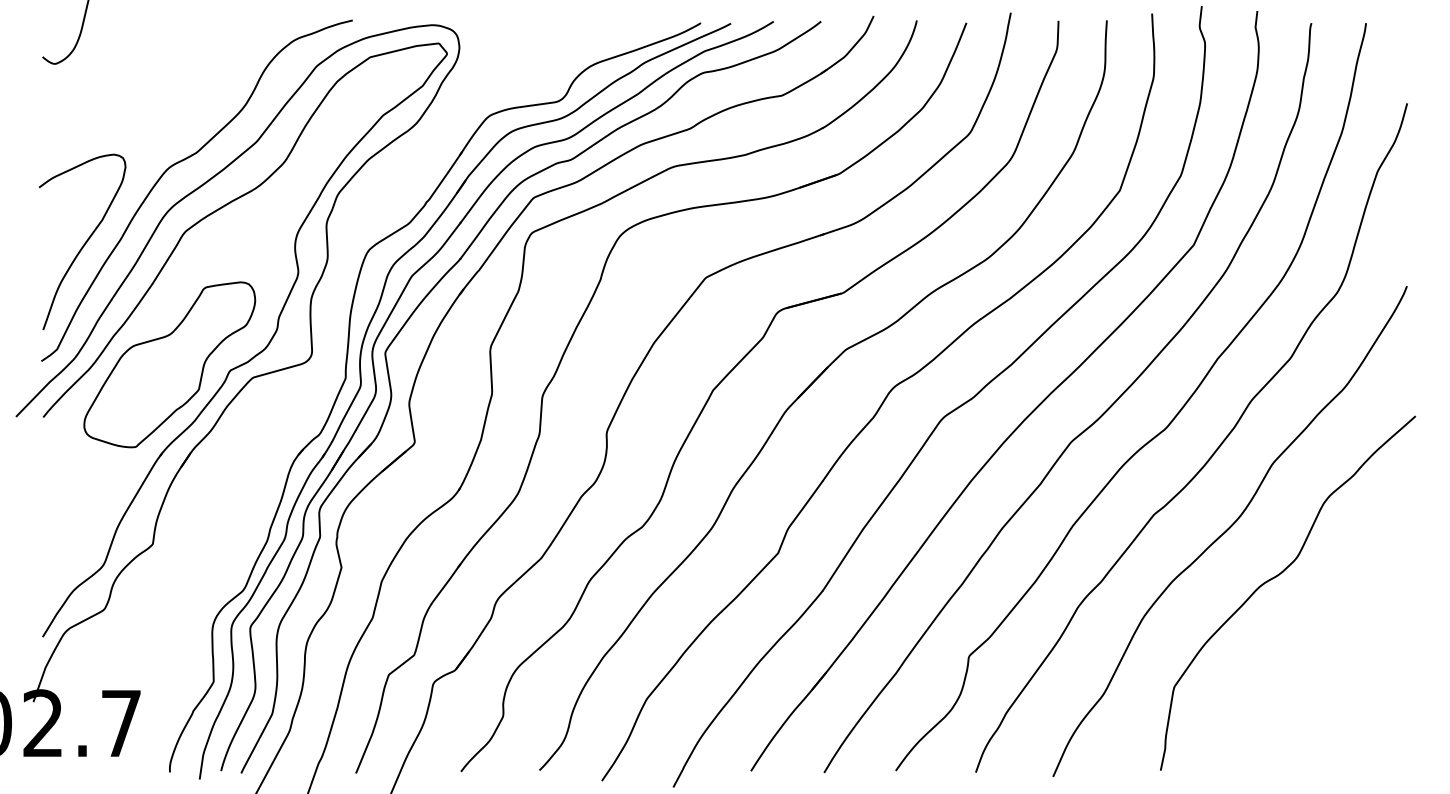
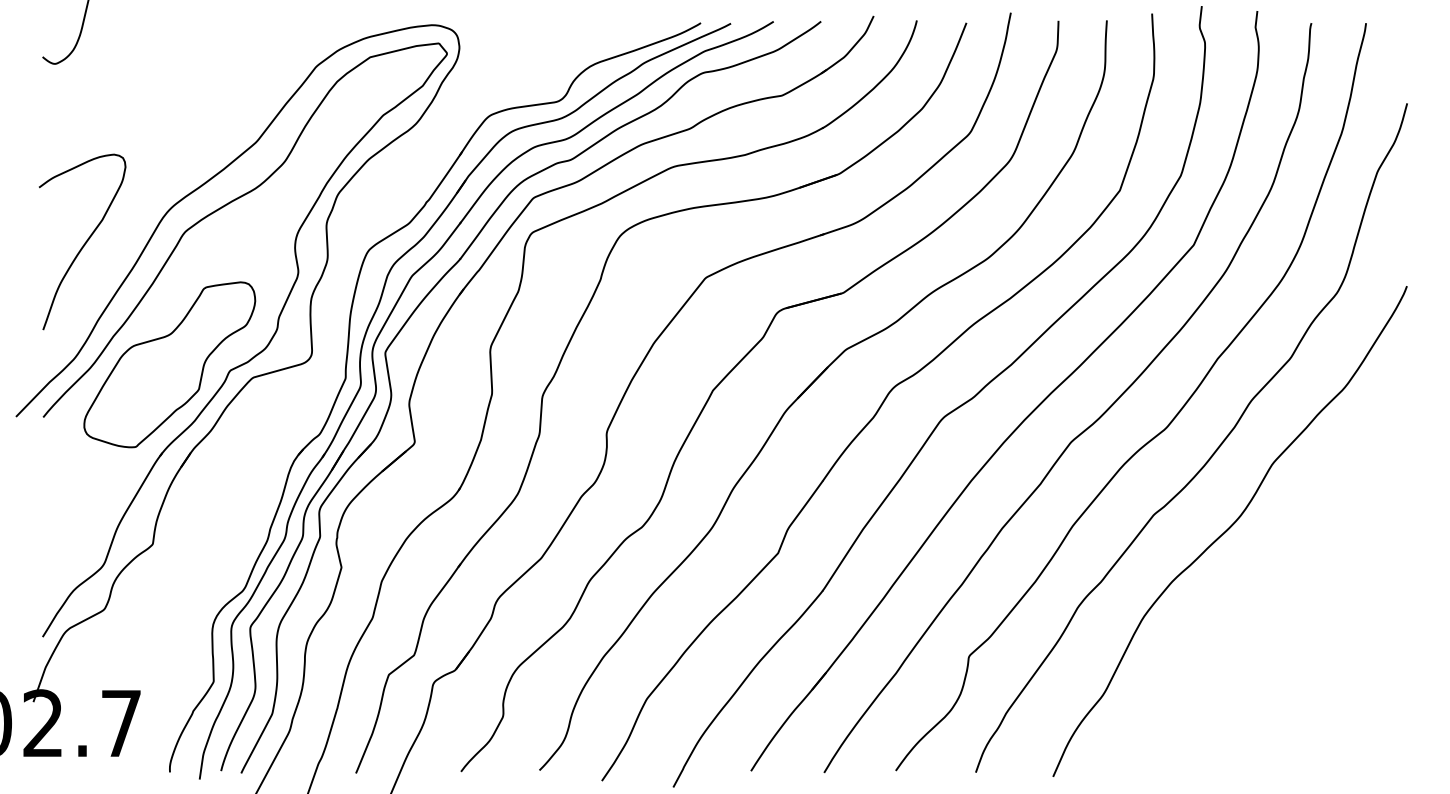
curve at (182, 161): present -> none
curve at (1278, 576): present -> none
